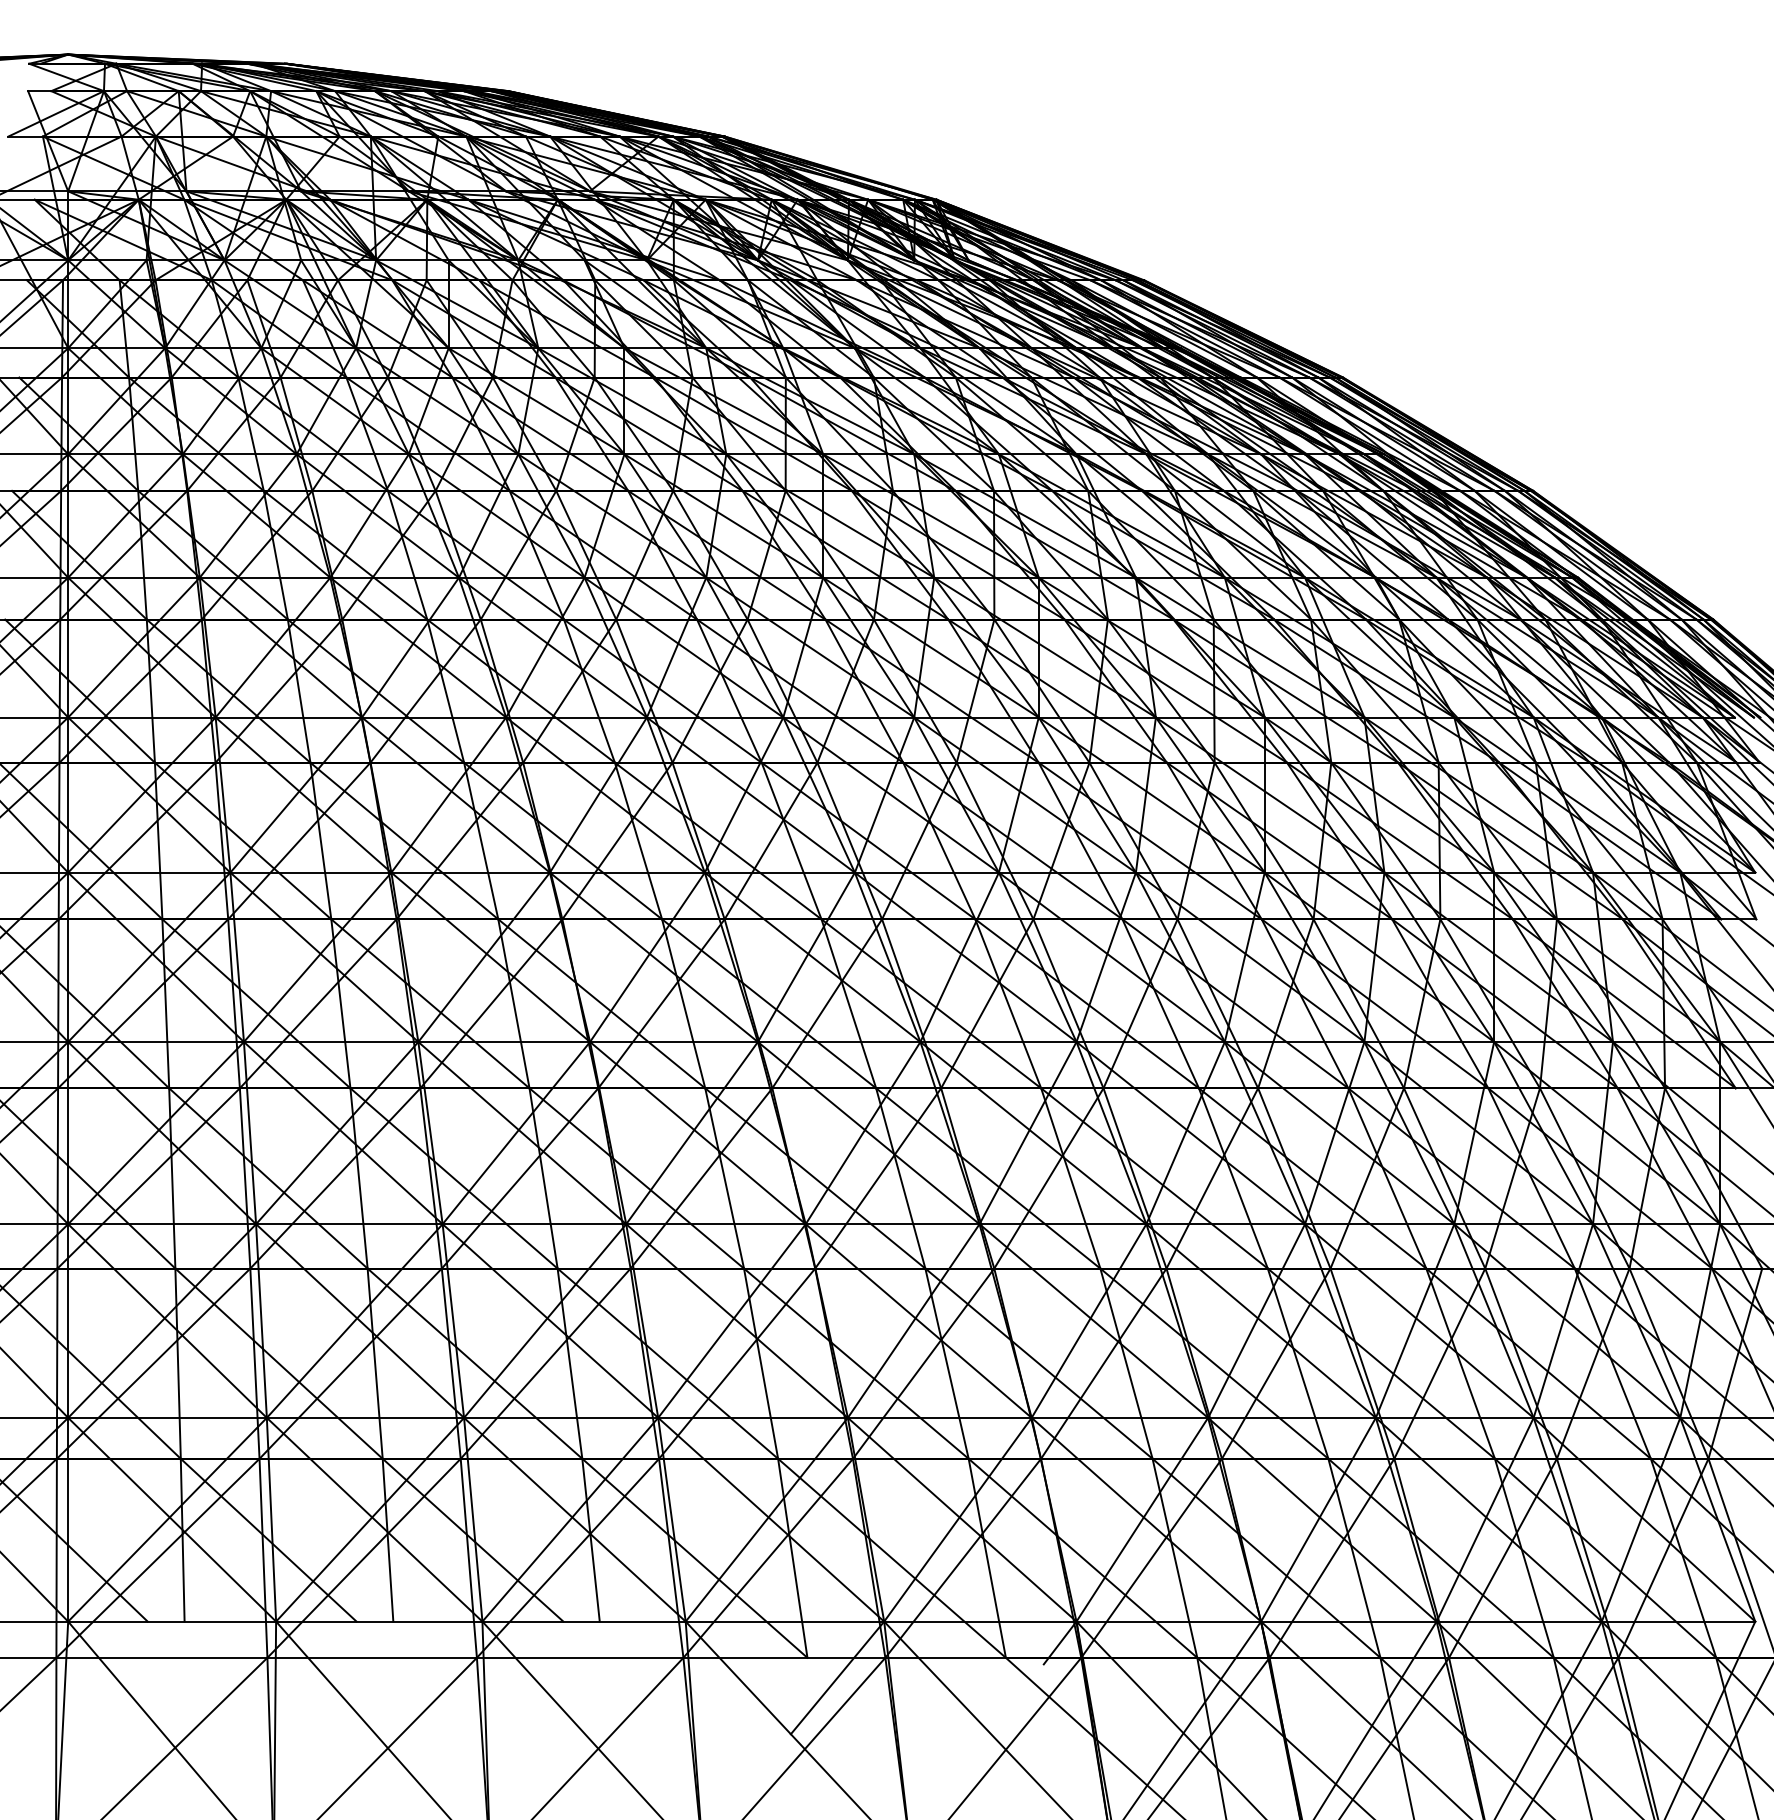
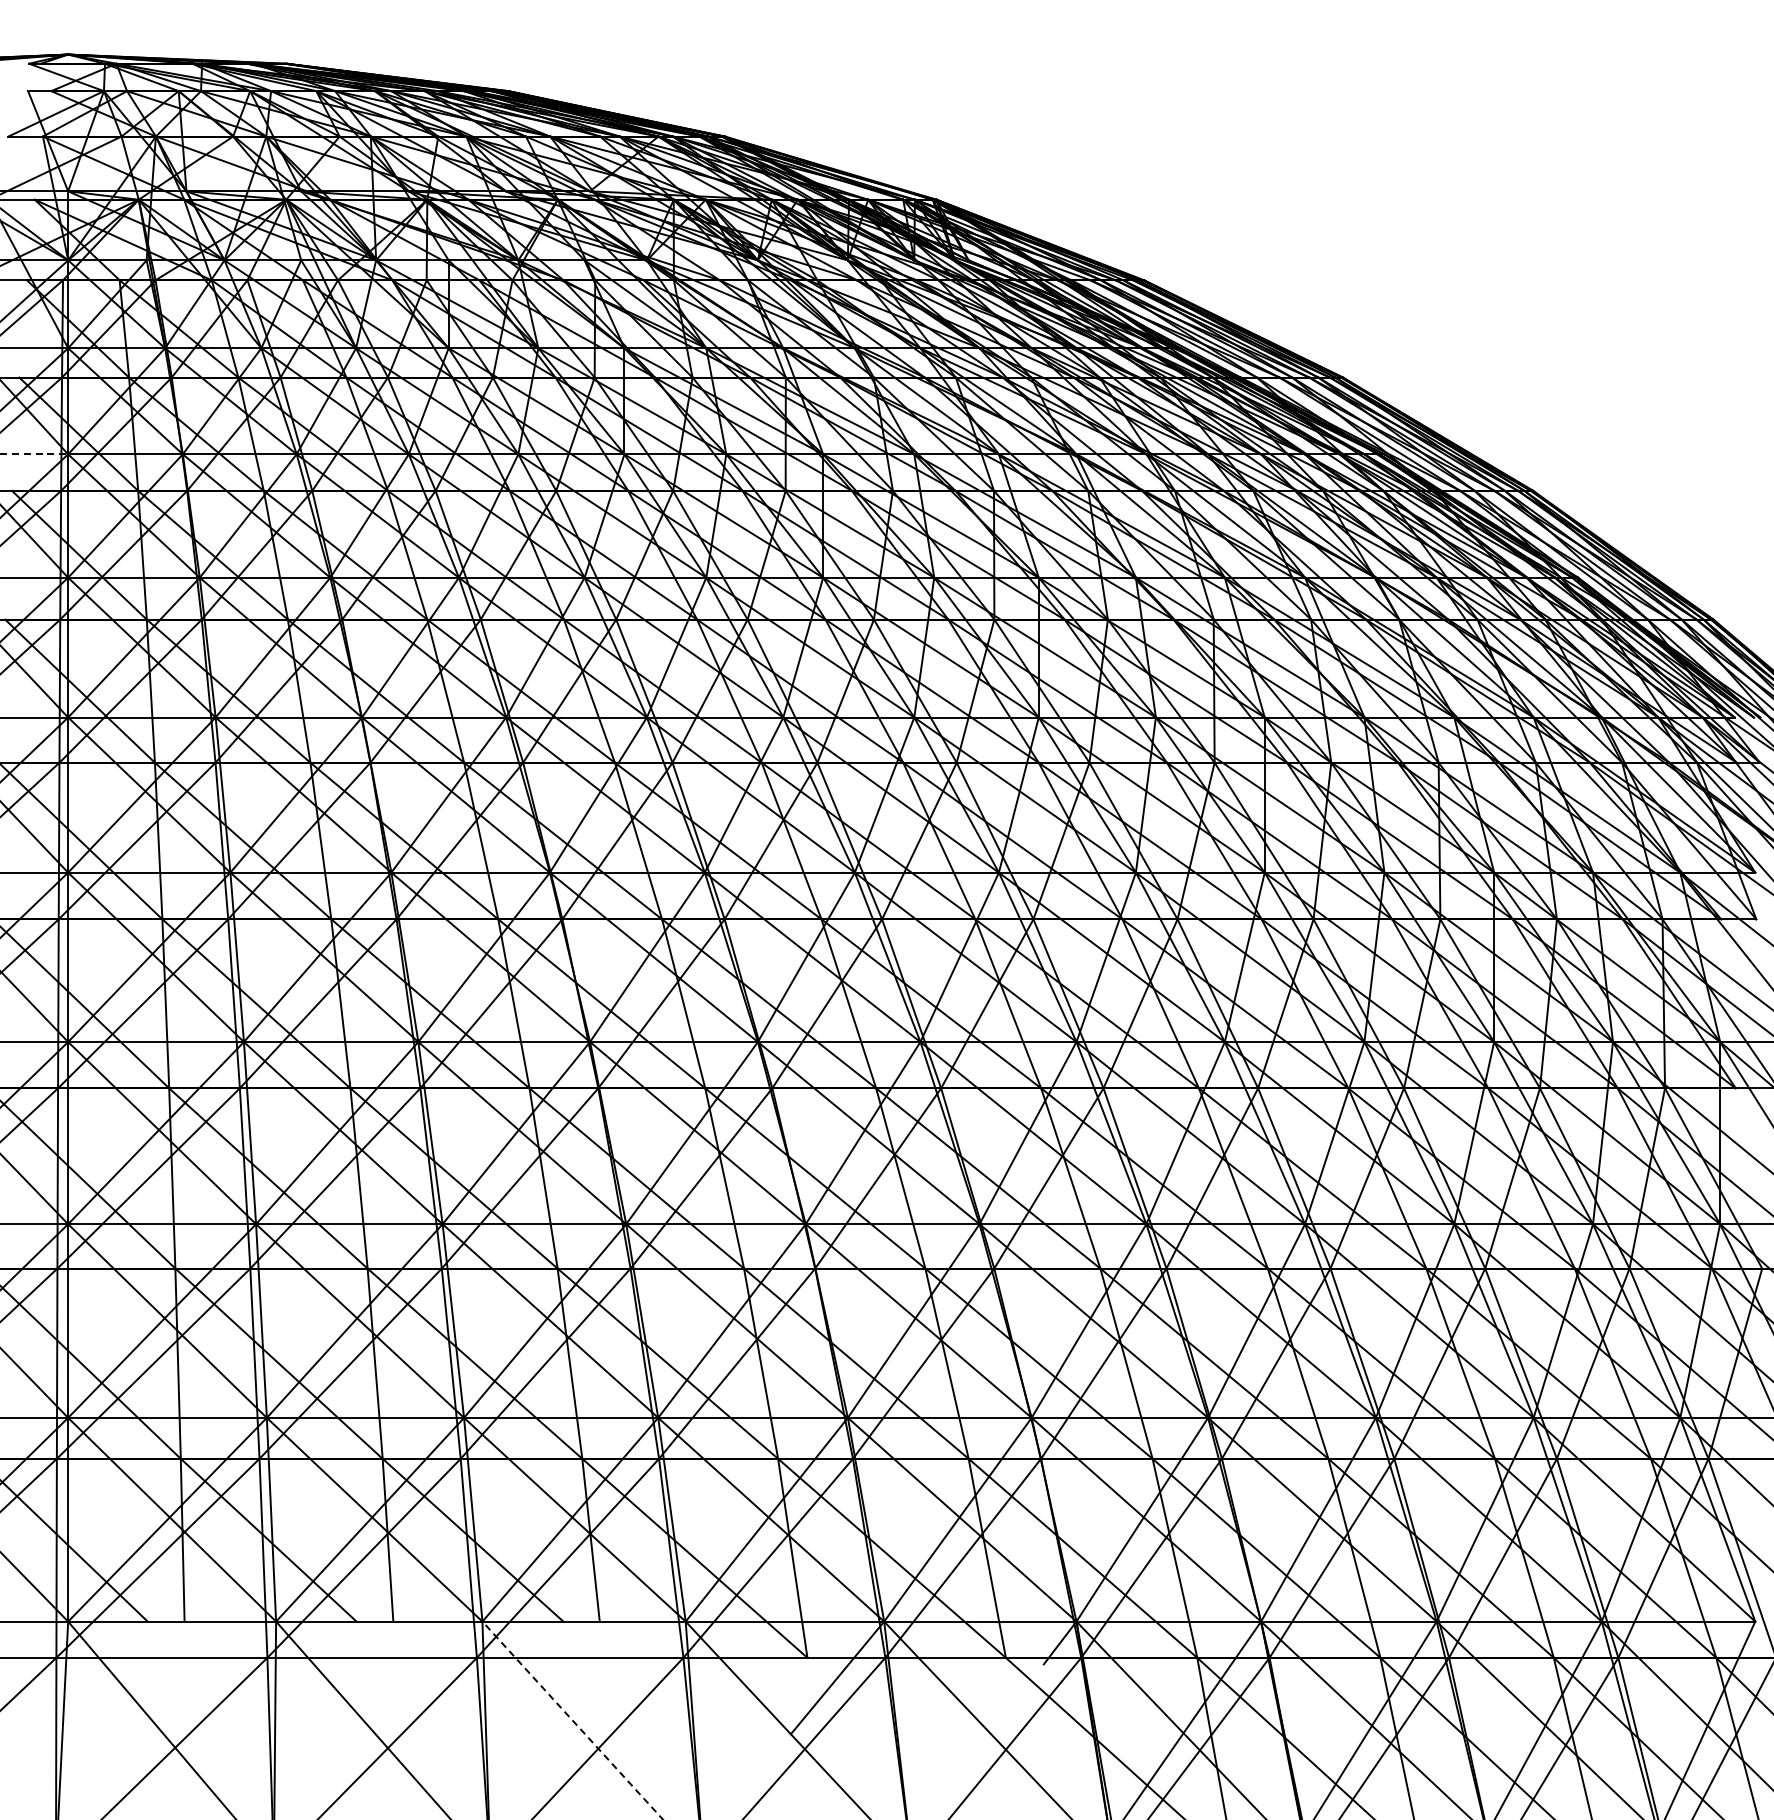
line at (34, 454): solid -> dashed
line at (572, 1720): solid -> dashed
